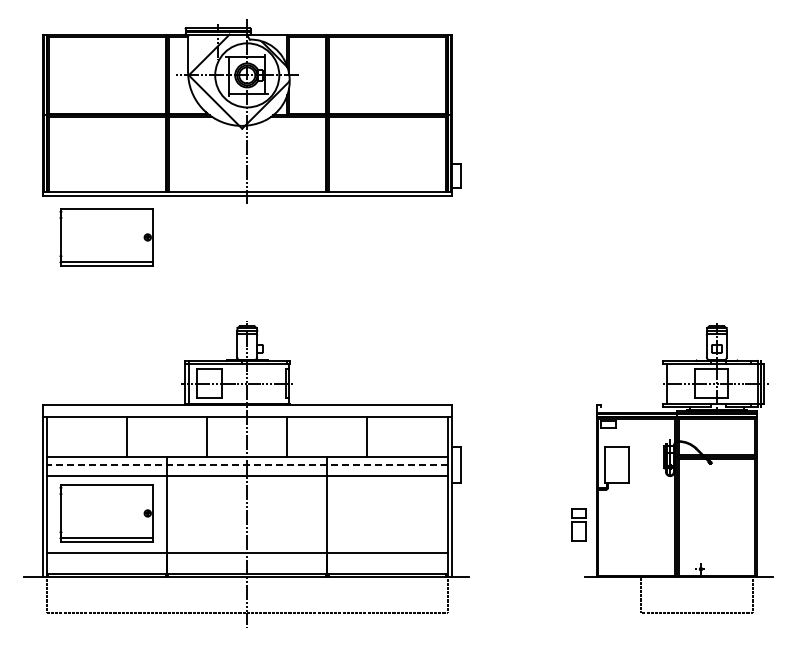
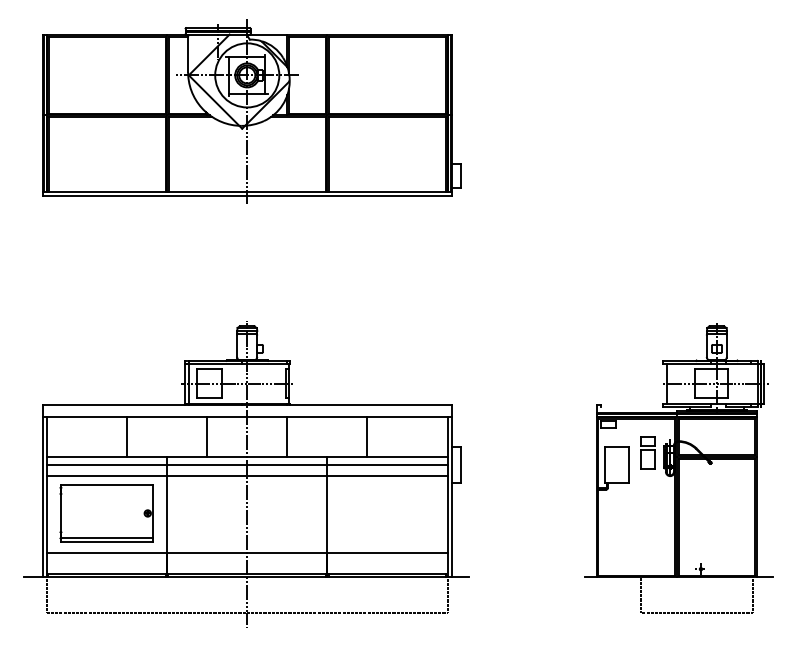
part at (106, 237): present -> none
line at (246, 465): dashed -> solid
part at (578, 524) position: (578, 524) -> (647, 452)
